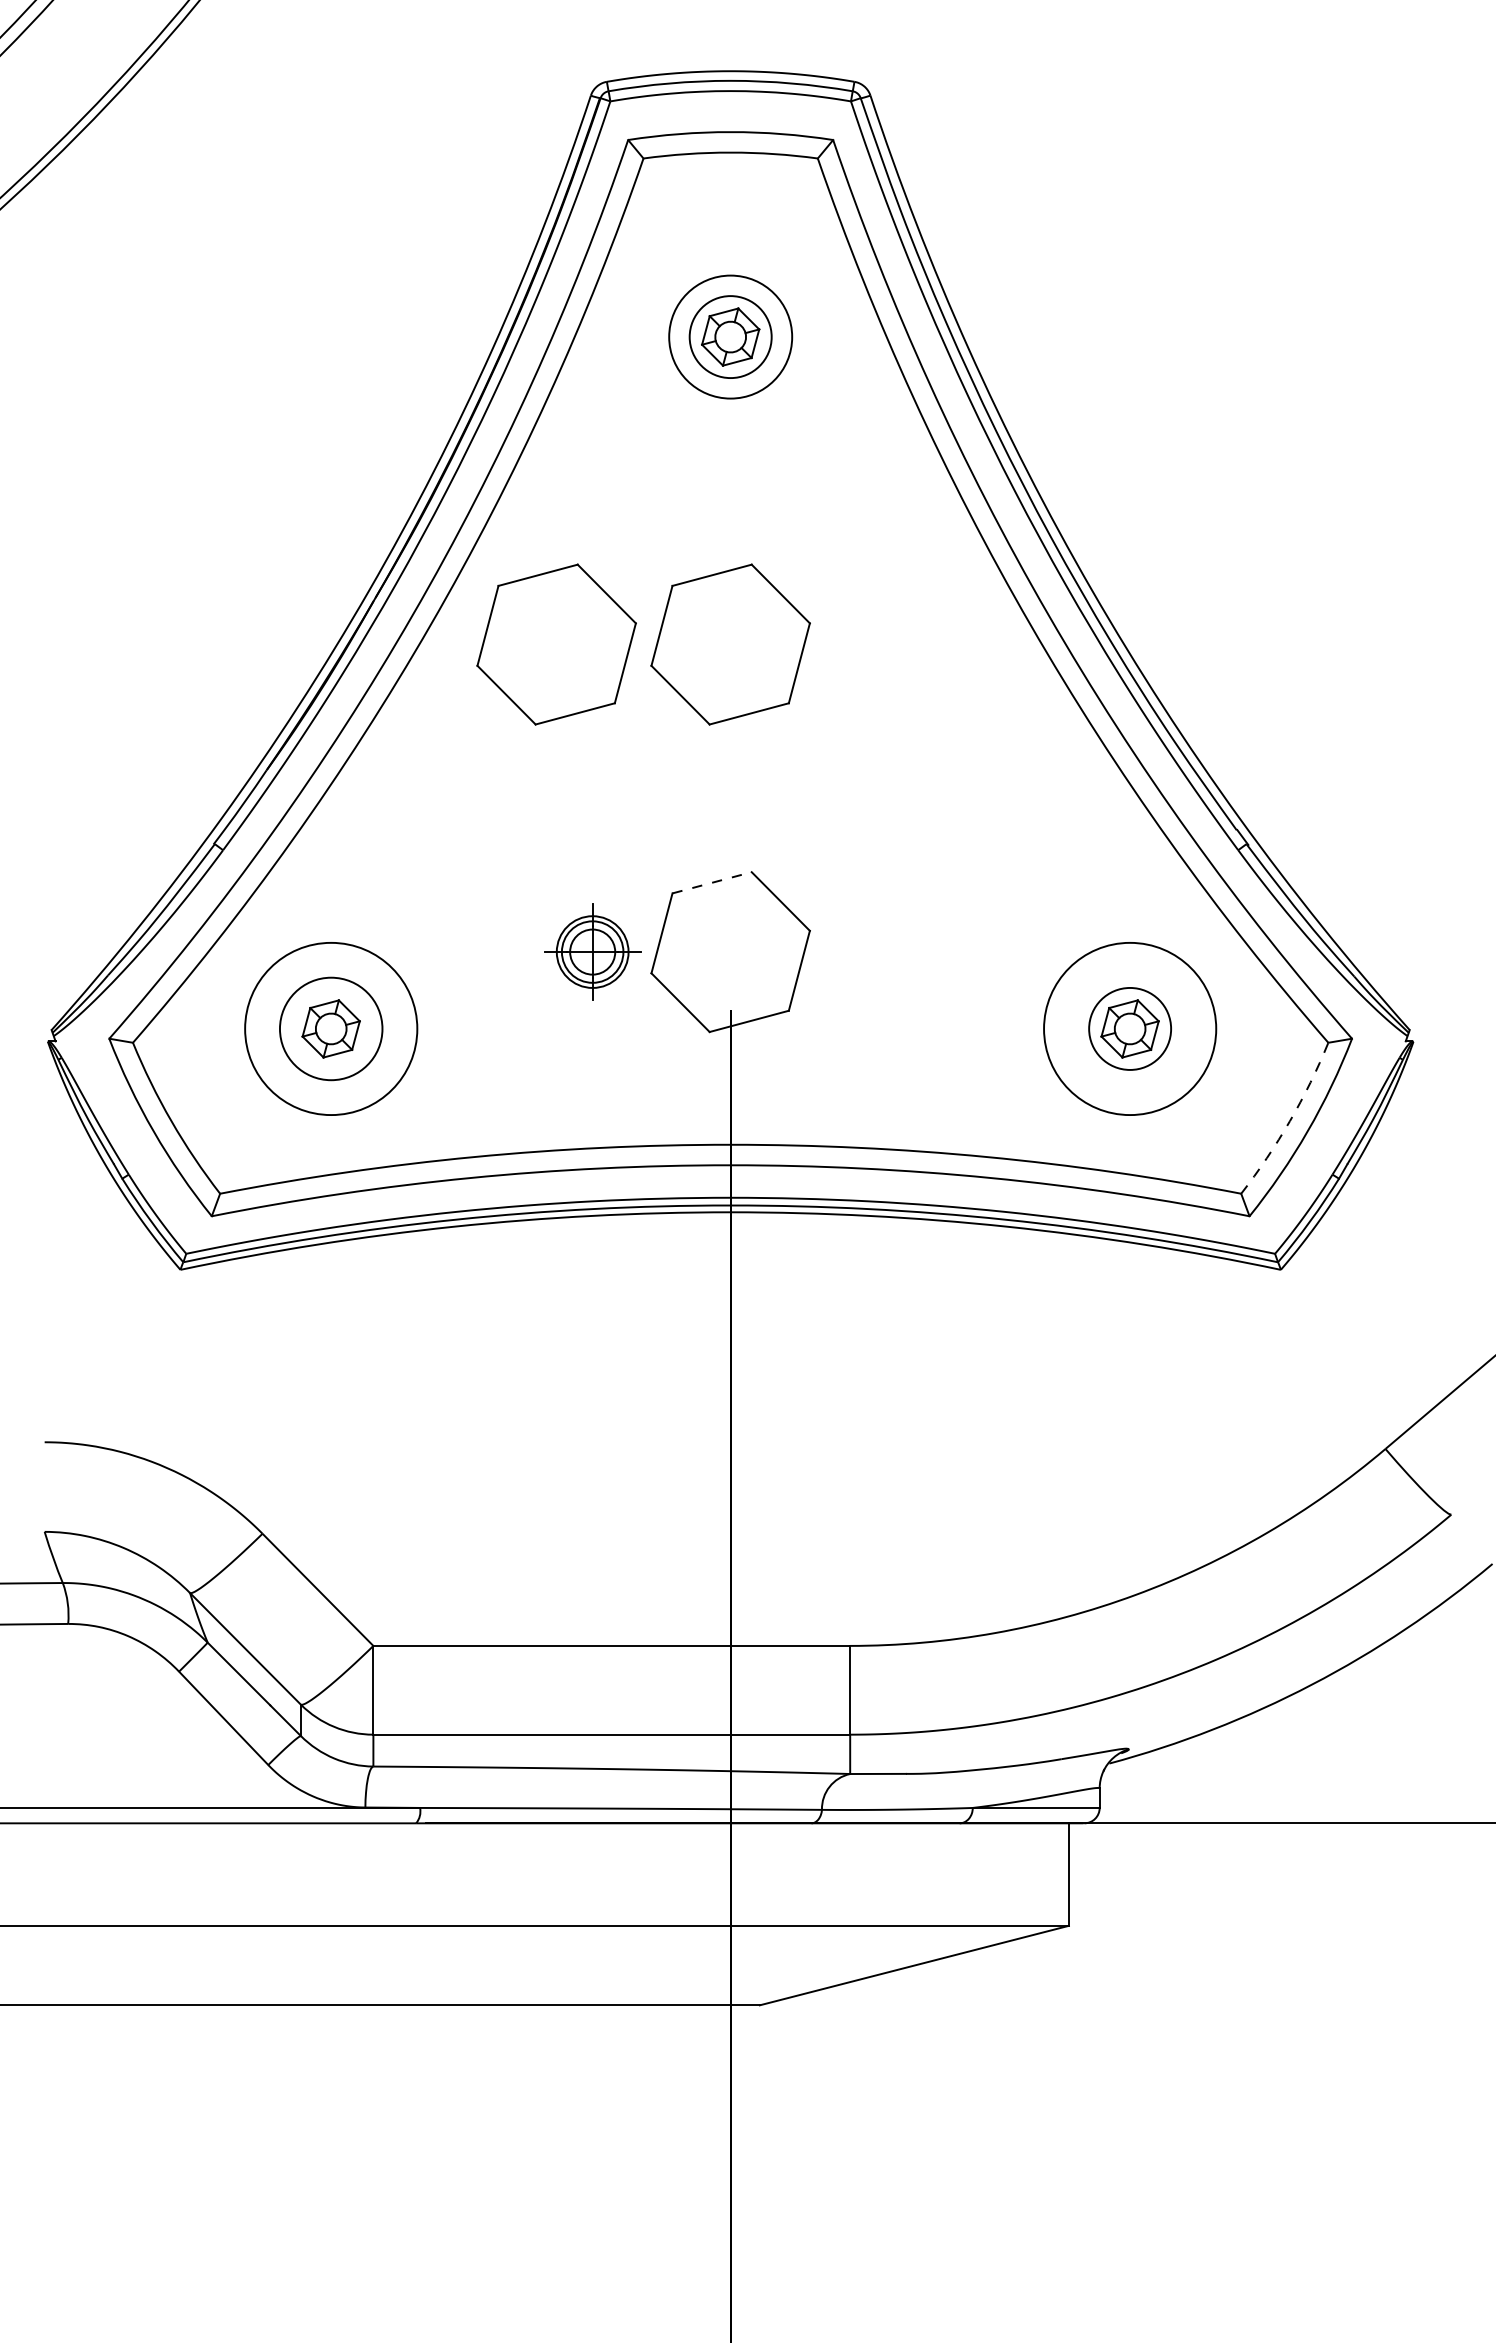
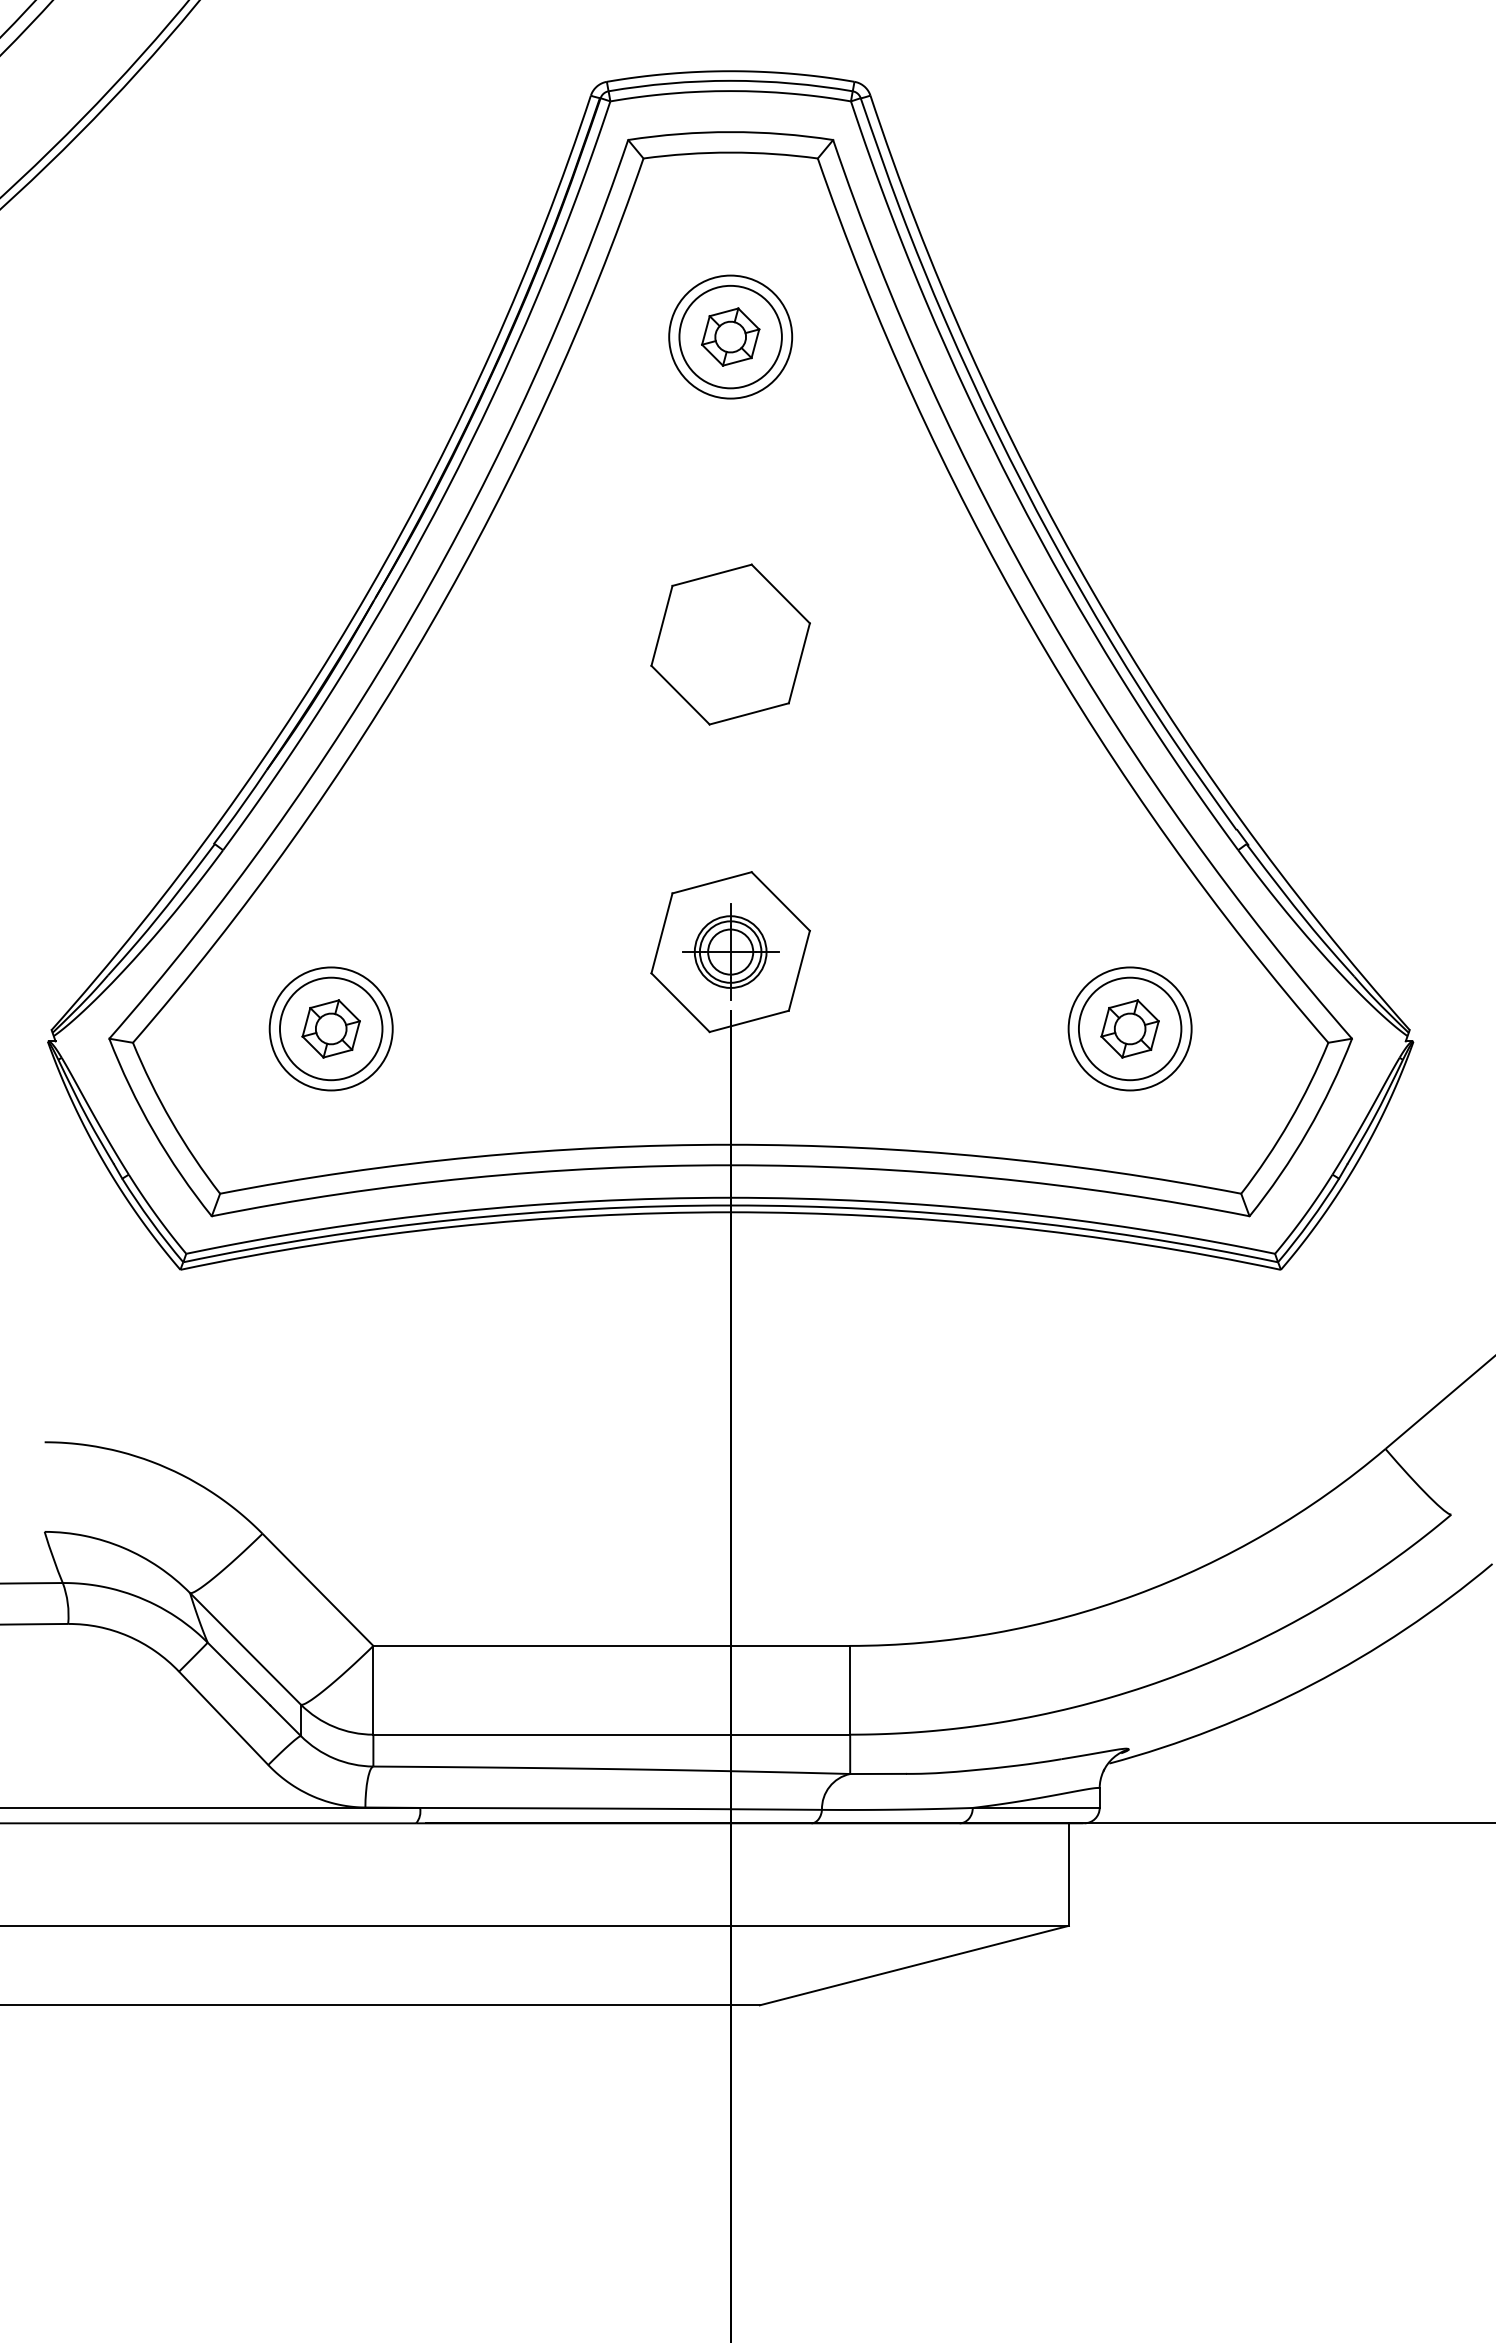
circle at (730, 337) diameter: 82 px -> 102 px
part at (556, 644): present -> none
line at (712, 882): dashed -> solid
part at (592, 951) position: (592, 951) -> (730, 951)
circle at (331, 1028) diameter: 172 px -> 123 px
circle at (1130, 1028) diameter: 172 px -> 123 px
circle at (1130, 1028) diameter: 82 px -> 102 px
arc at (1289, 1121): dashed -> solid
